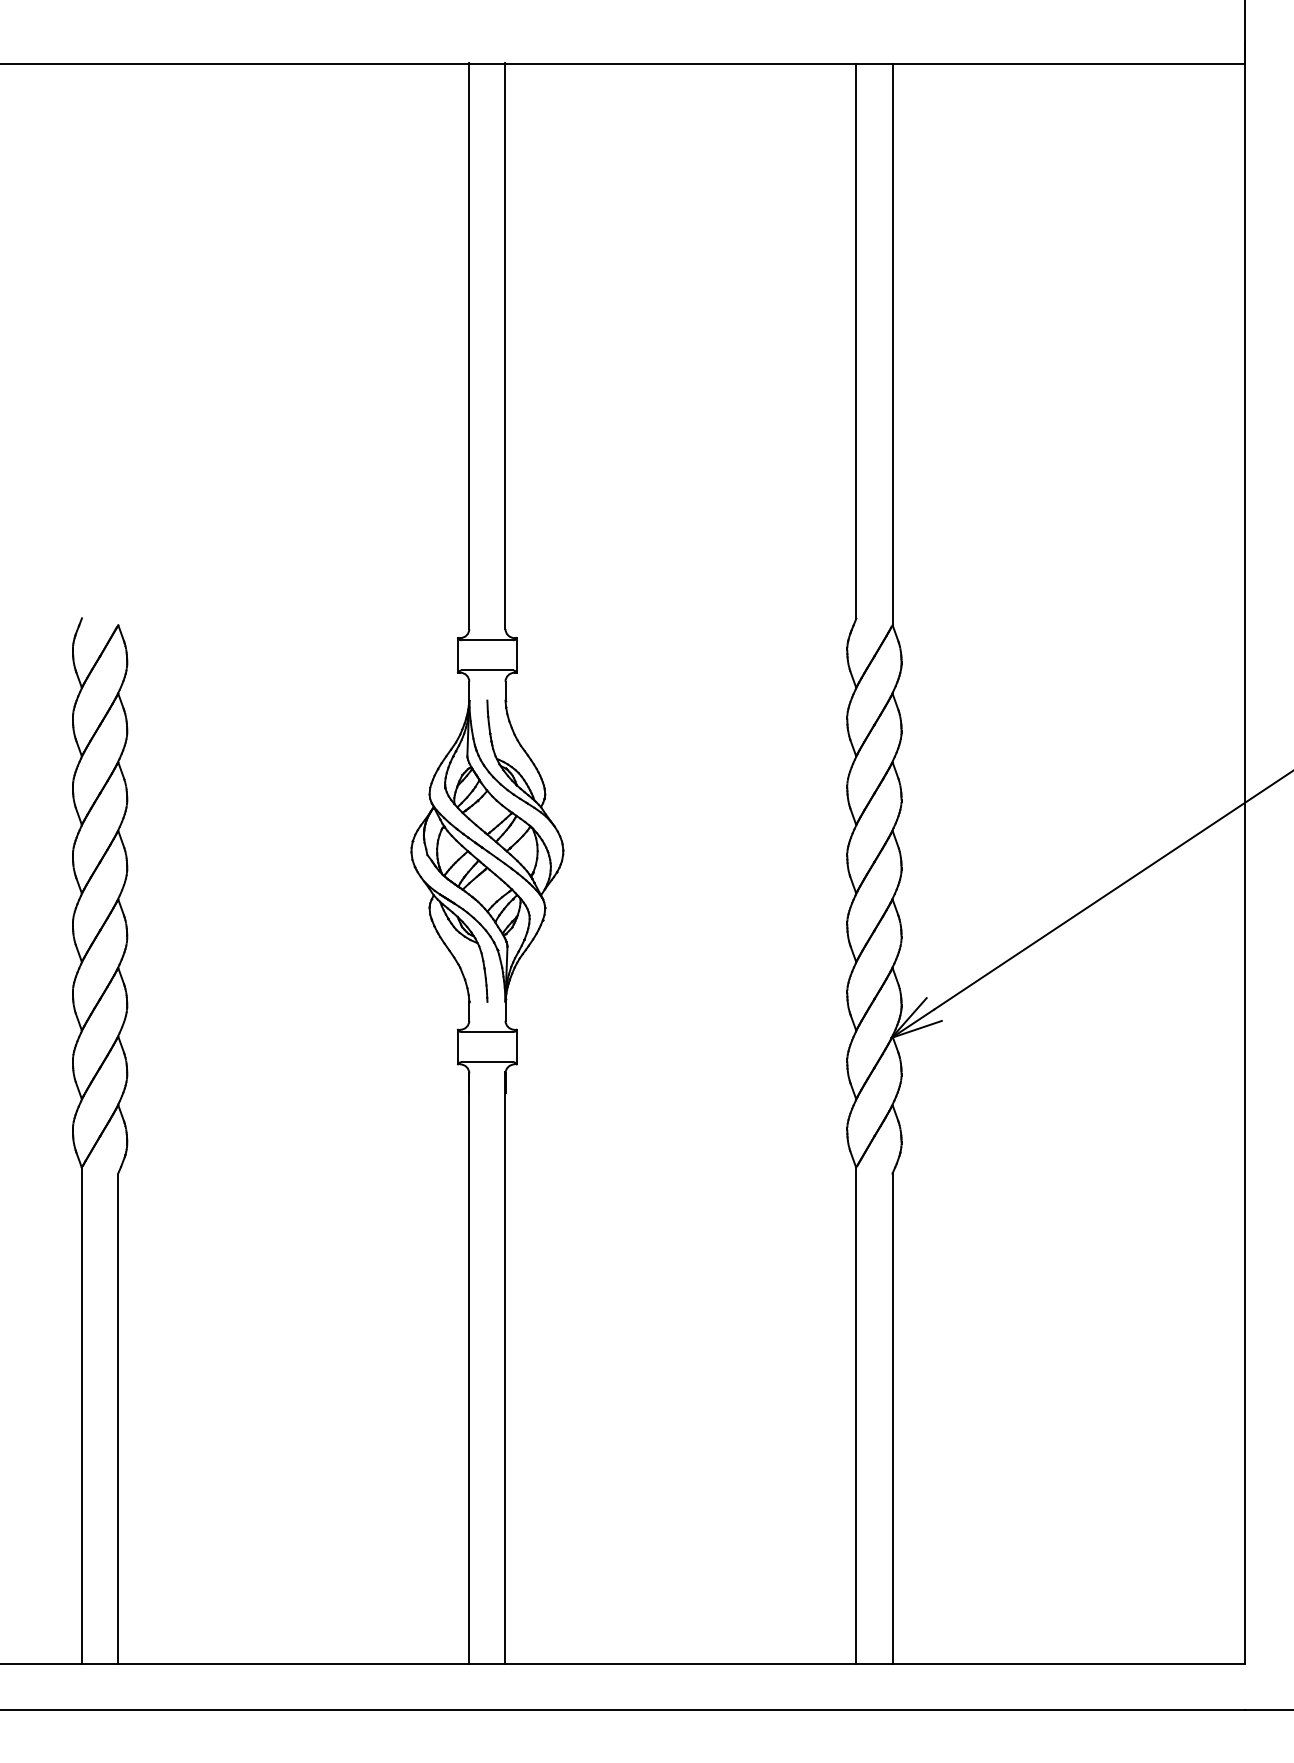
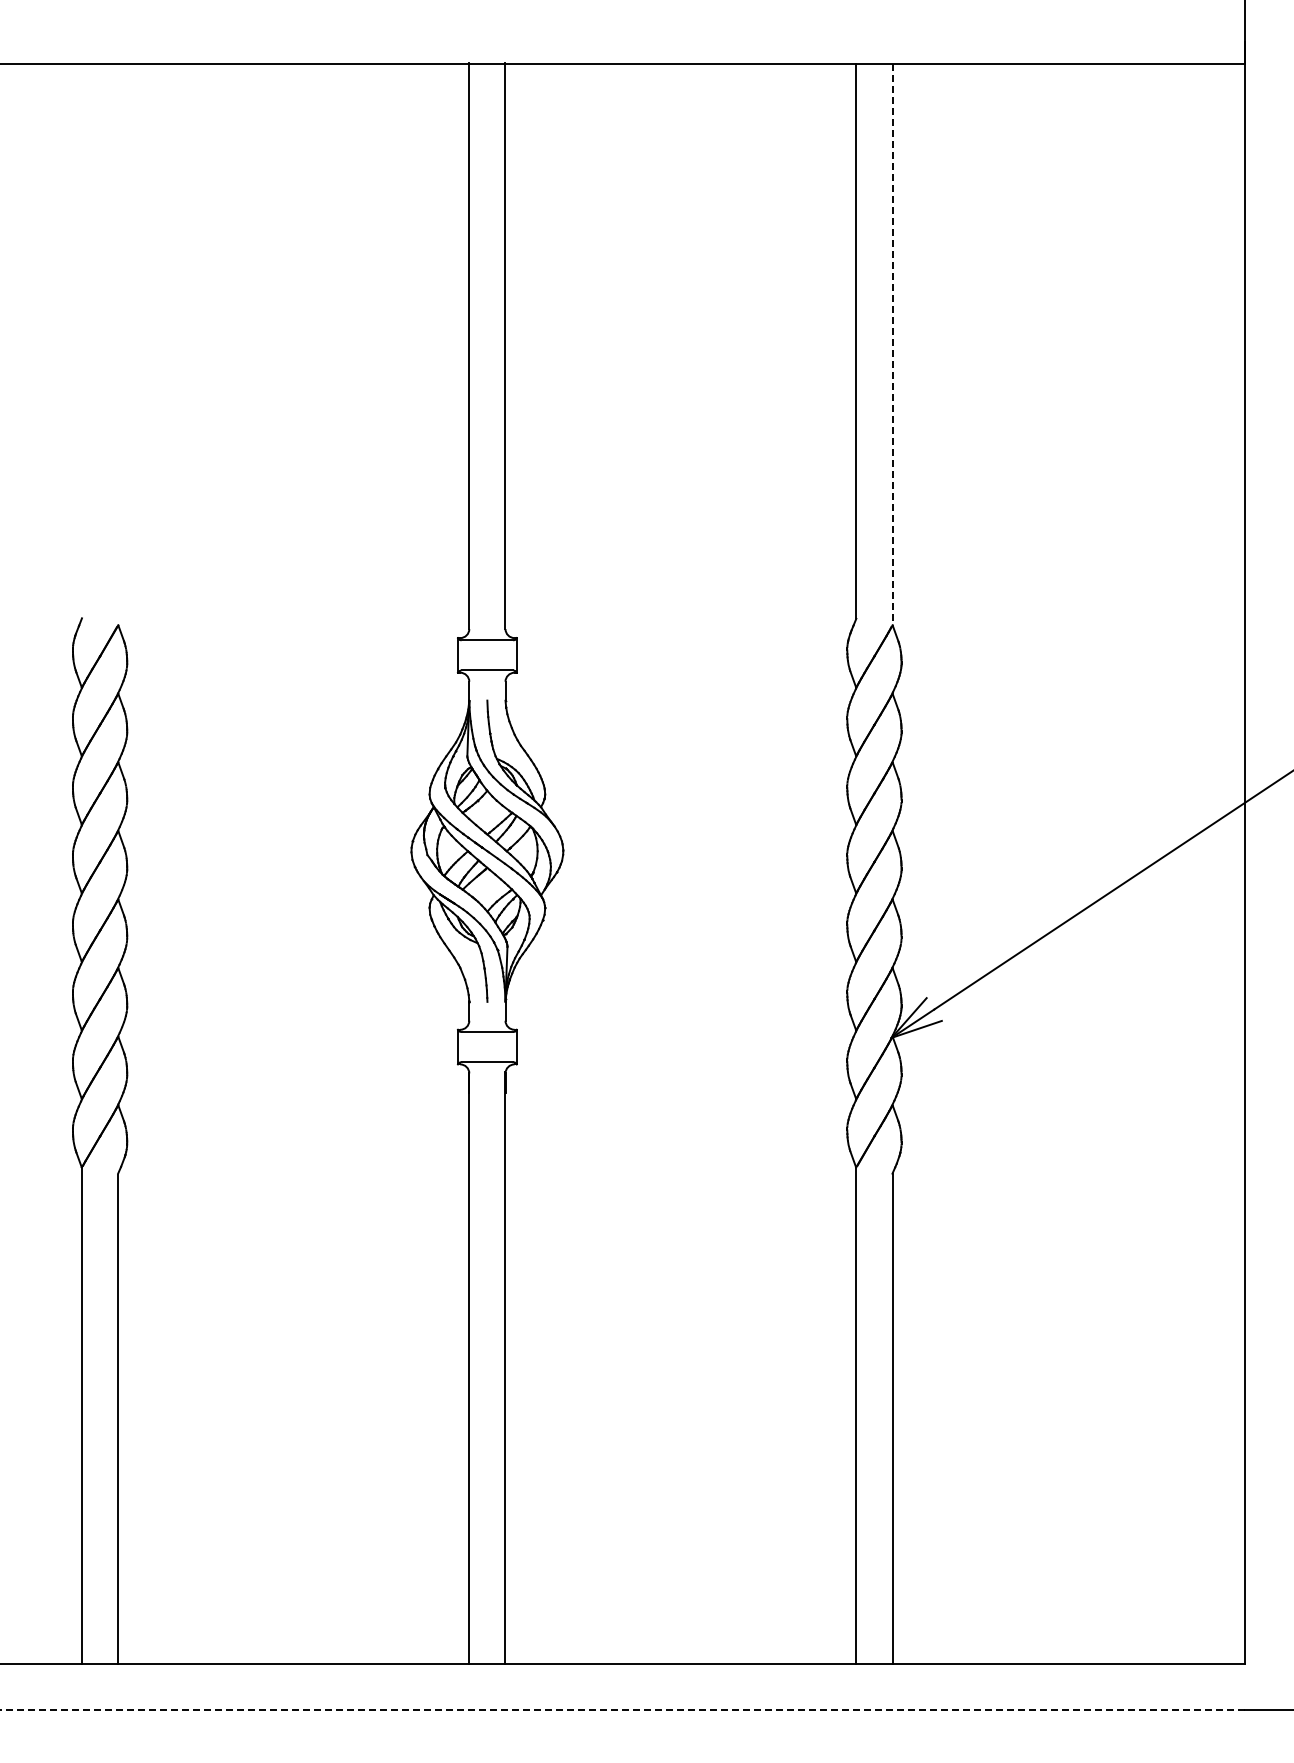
line at (892, 344): solid -> dashed
line at (622, 1710): solid -> dashed
